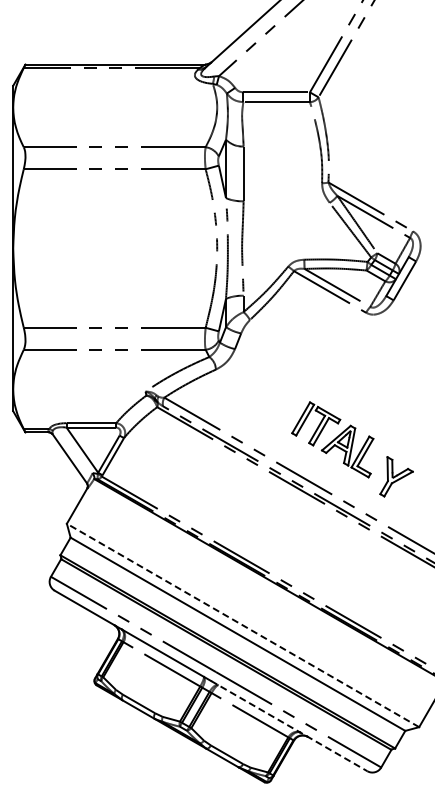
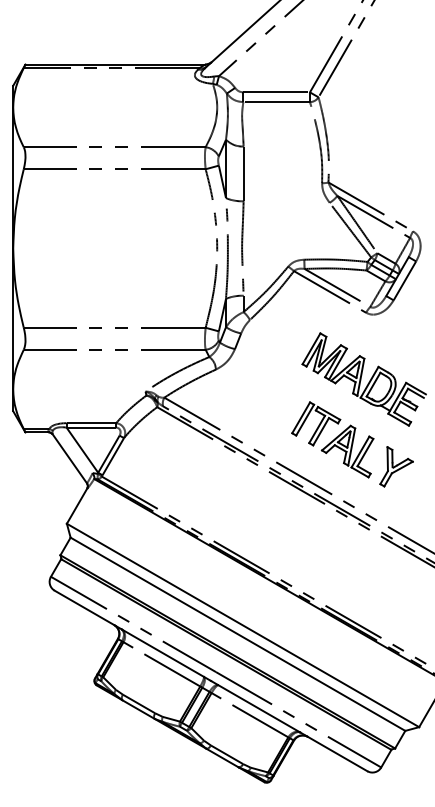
part at (363, 379): none -> present
part at (396, 476) position: (396, 476) -> (396, 466)
line at (242, 625): dashed -> solid
line at (289, 726): dashed -> solid
